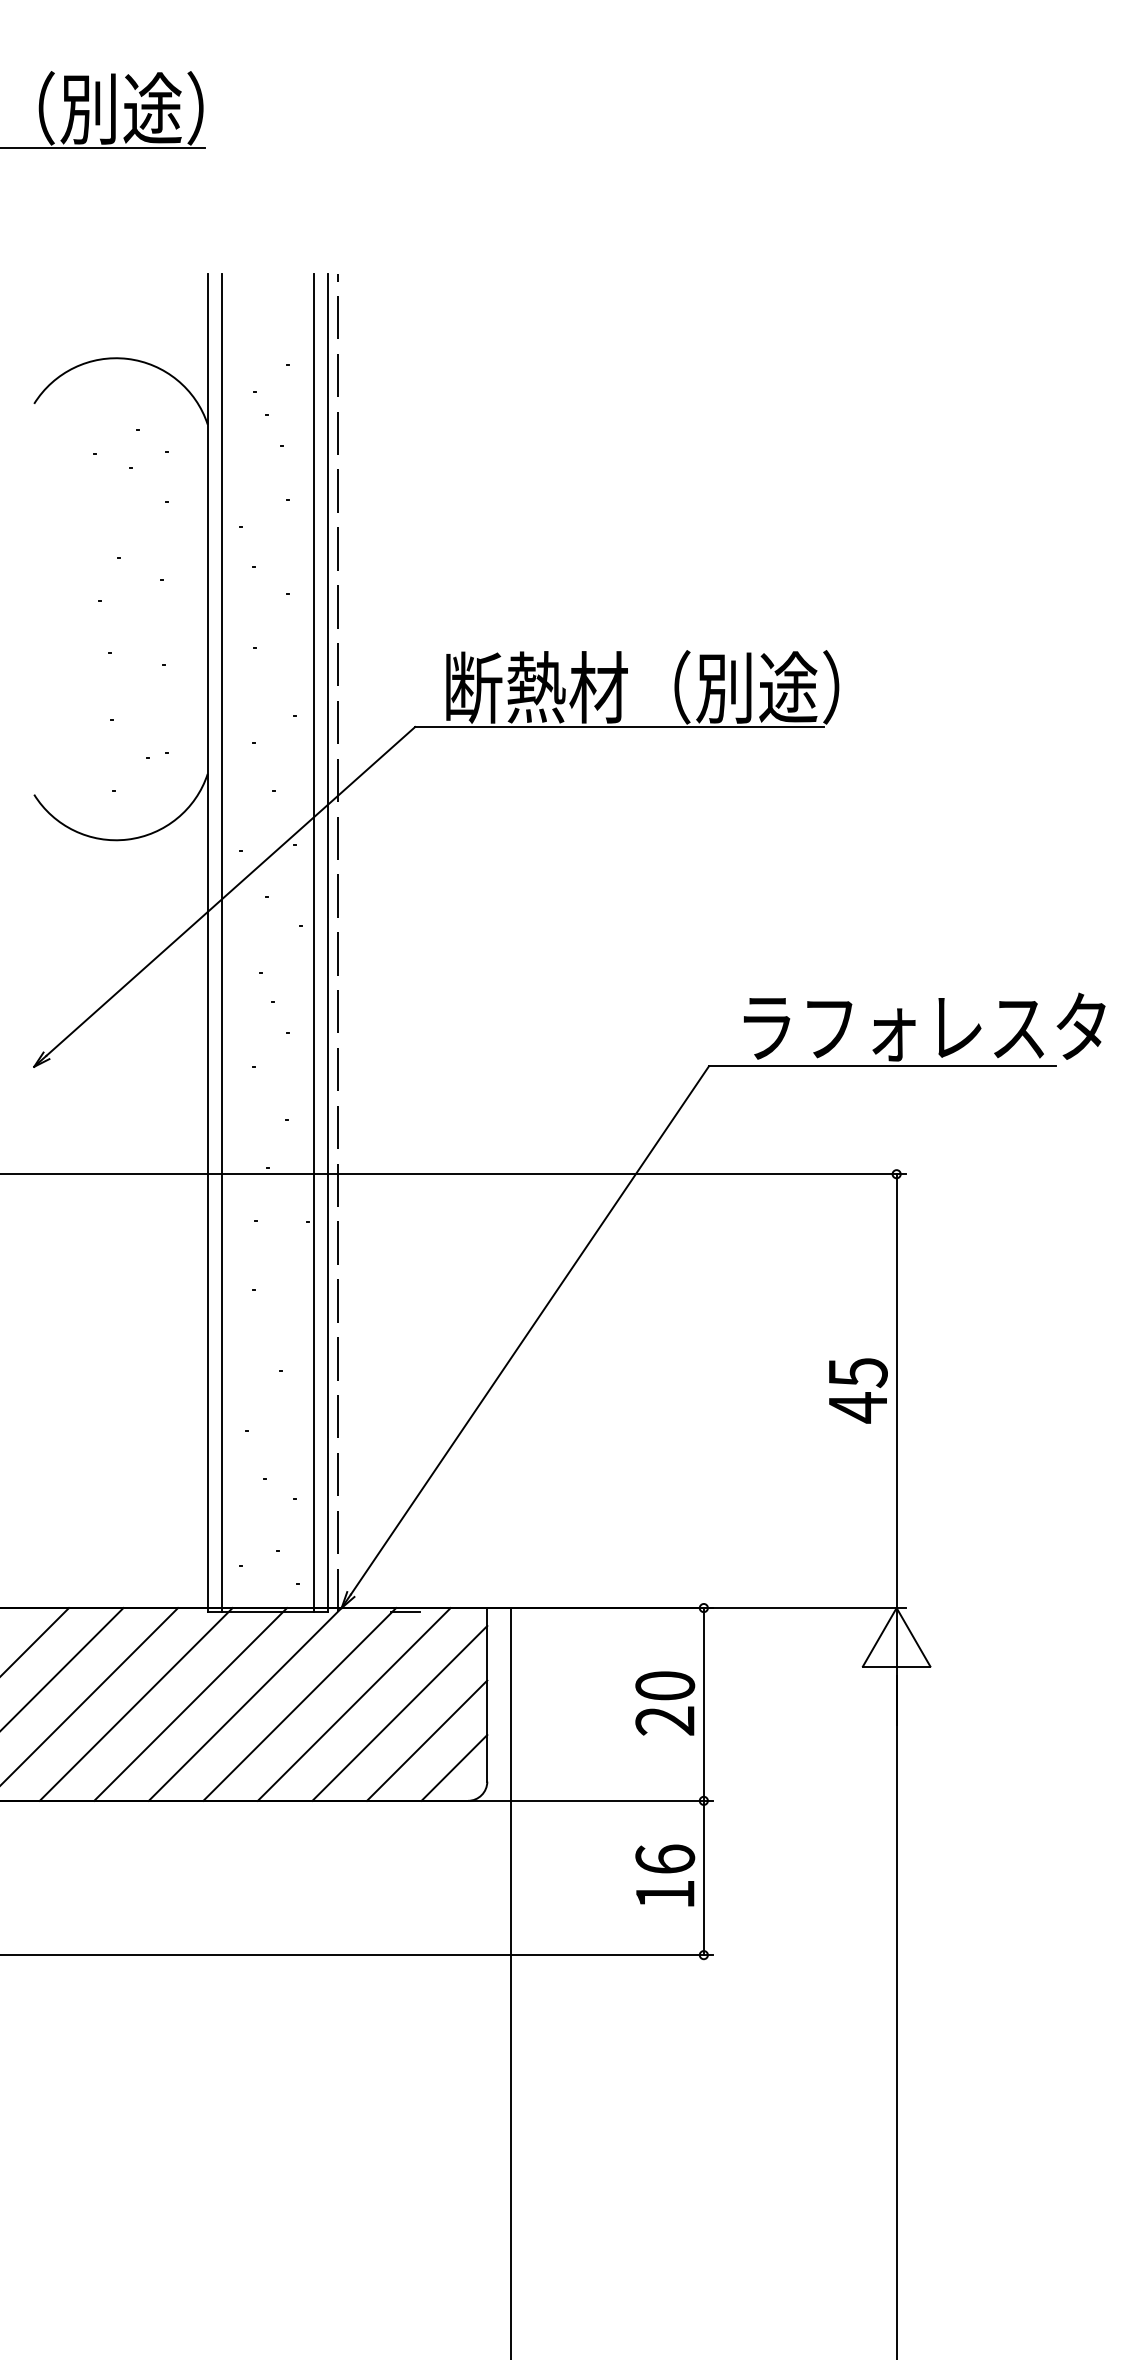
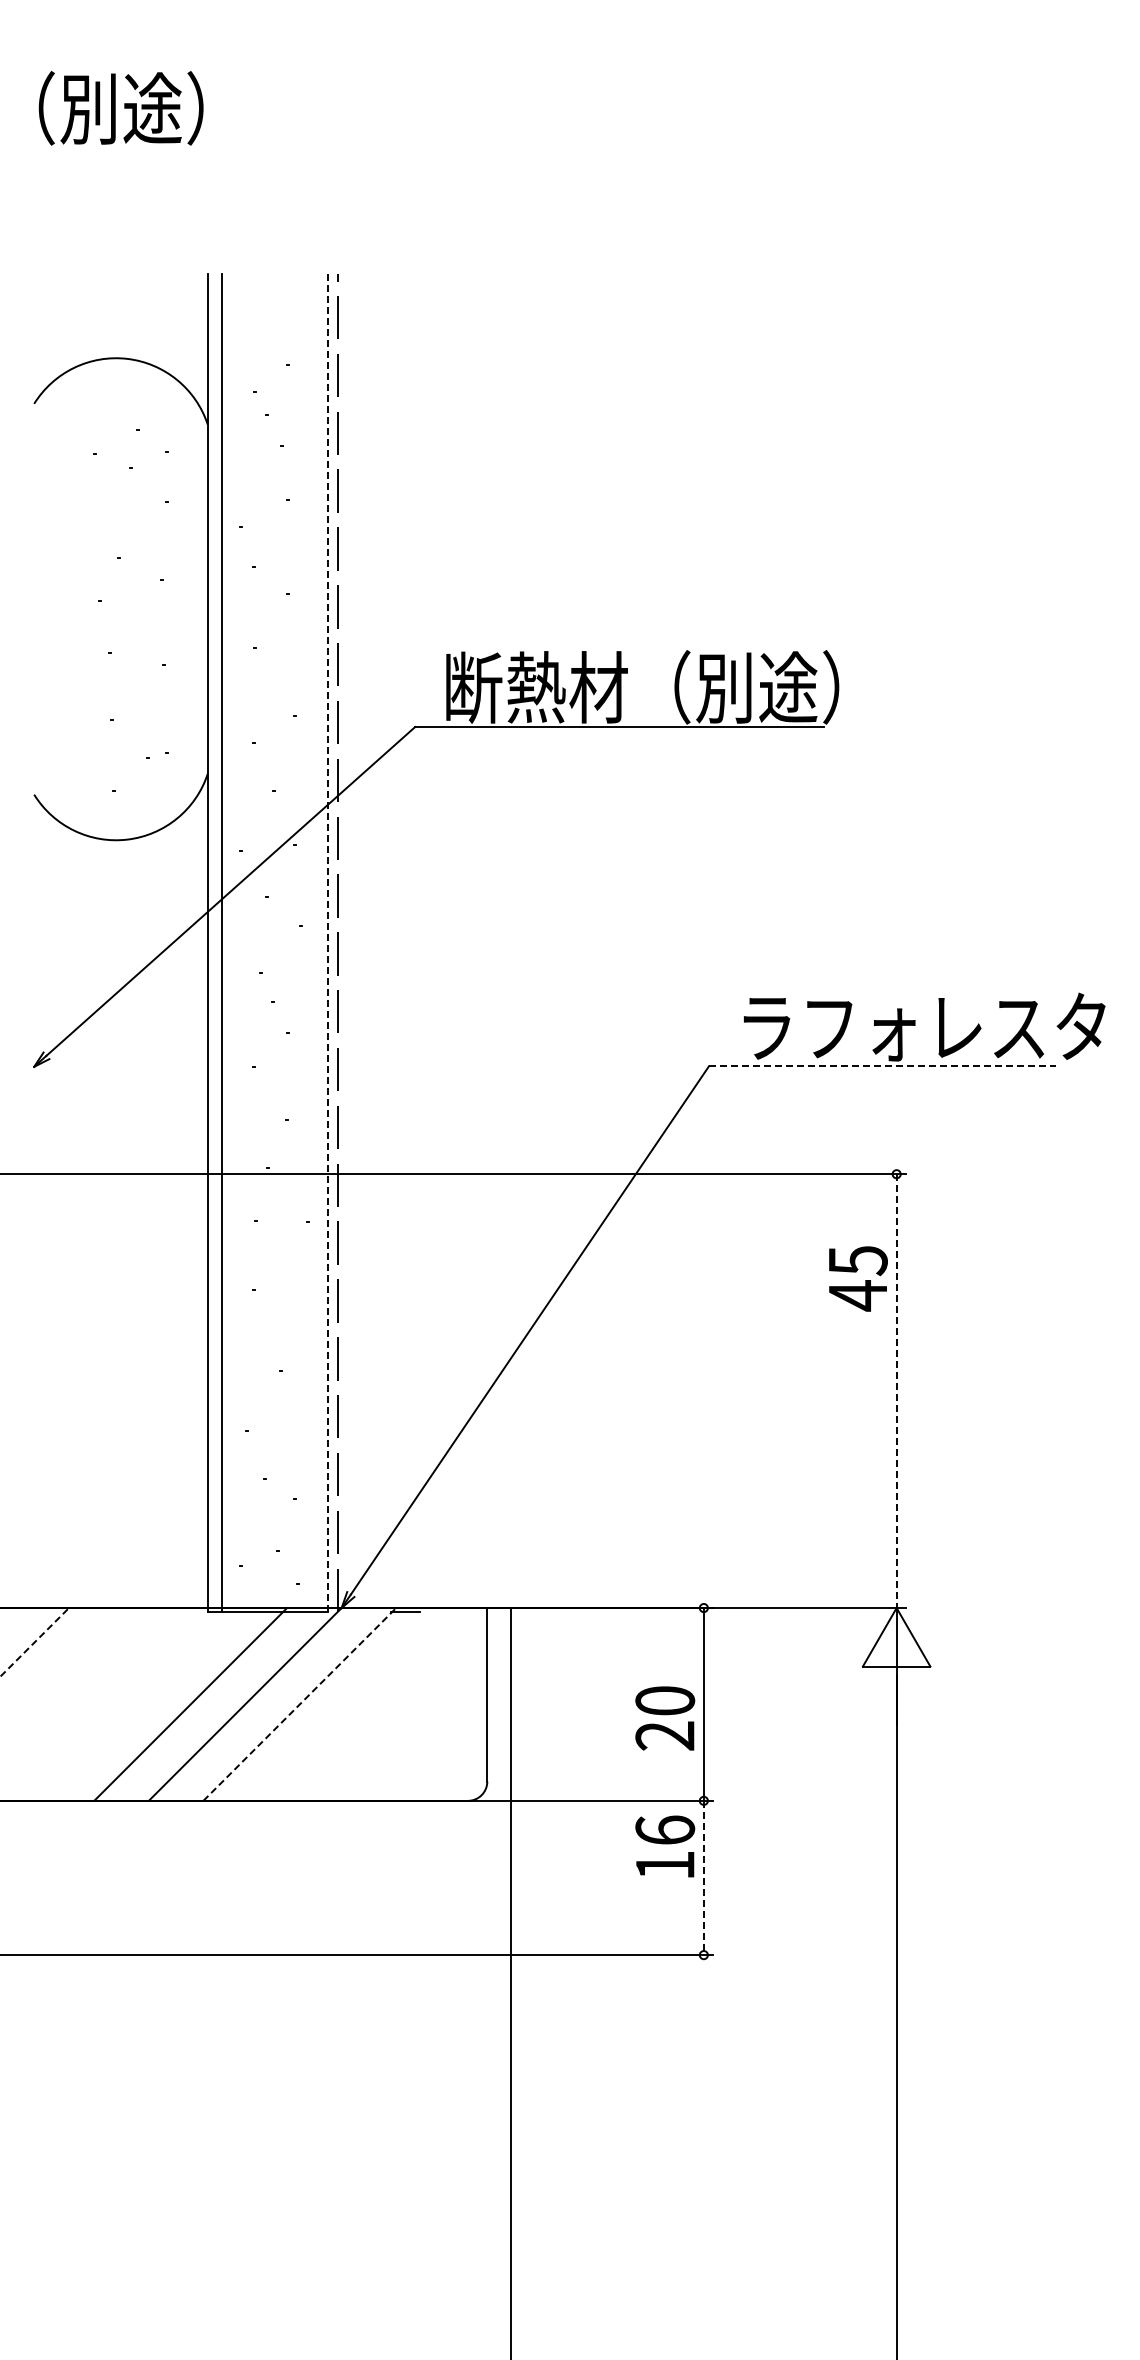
line at (103, 147): present -> none
line at (313, 942): present -> none
line at (328, 942): solid -> dashed
line at (882, 1066): solid -> dashed
text at (858, 1390) position: (858, 1390) -> (858, 1278)
line at (896, 1391): solid -> dashed
line at (35, 1641): solid -> dashed
line at (62, 1668): present -> none
line at (90, 1695): present -> none
text at (665, 1703) position: (665, 1703) -> (665, 1718)
line at (135, 1704): present -> none
line at (300, 1704): solid -> dashed
line at (353, 1704): present -> none
line at (399, 1712): present -> none
line at (427, 1740): present -> none
line at (454, 1767): present -> none
text at (665, 1875) position: (665, 1875) -> (665, 1846)
line at (703, 1878): solid -> dashed
